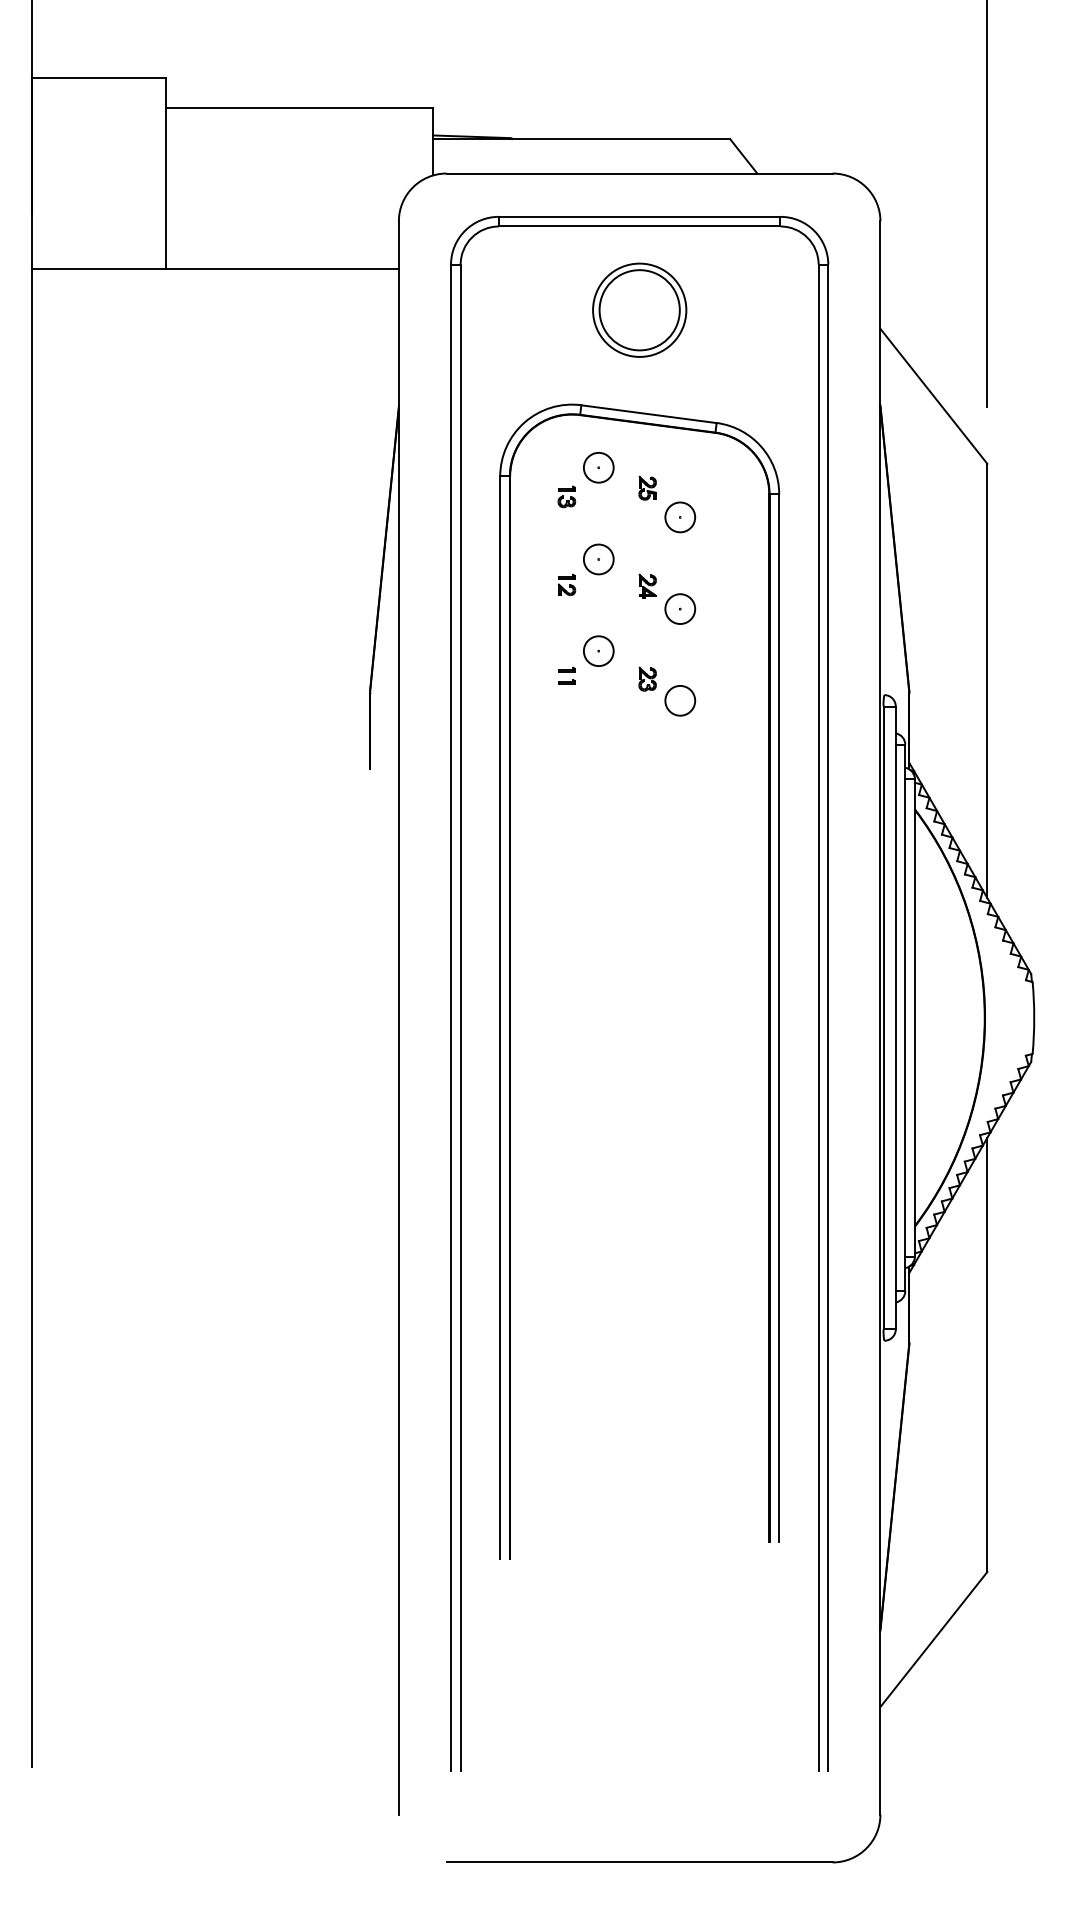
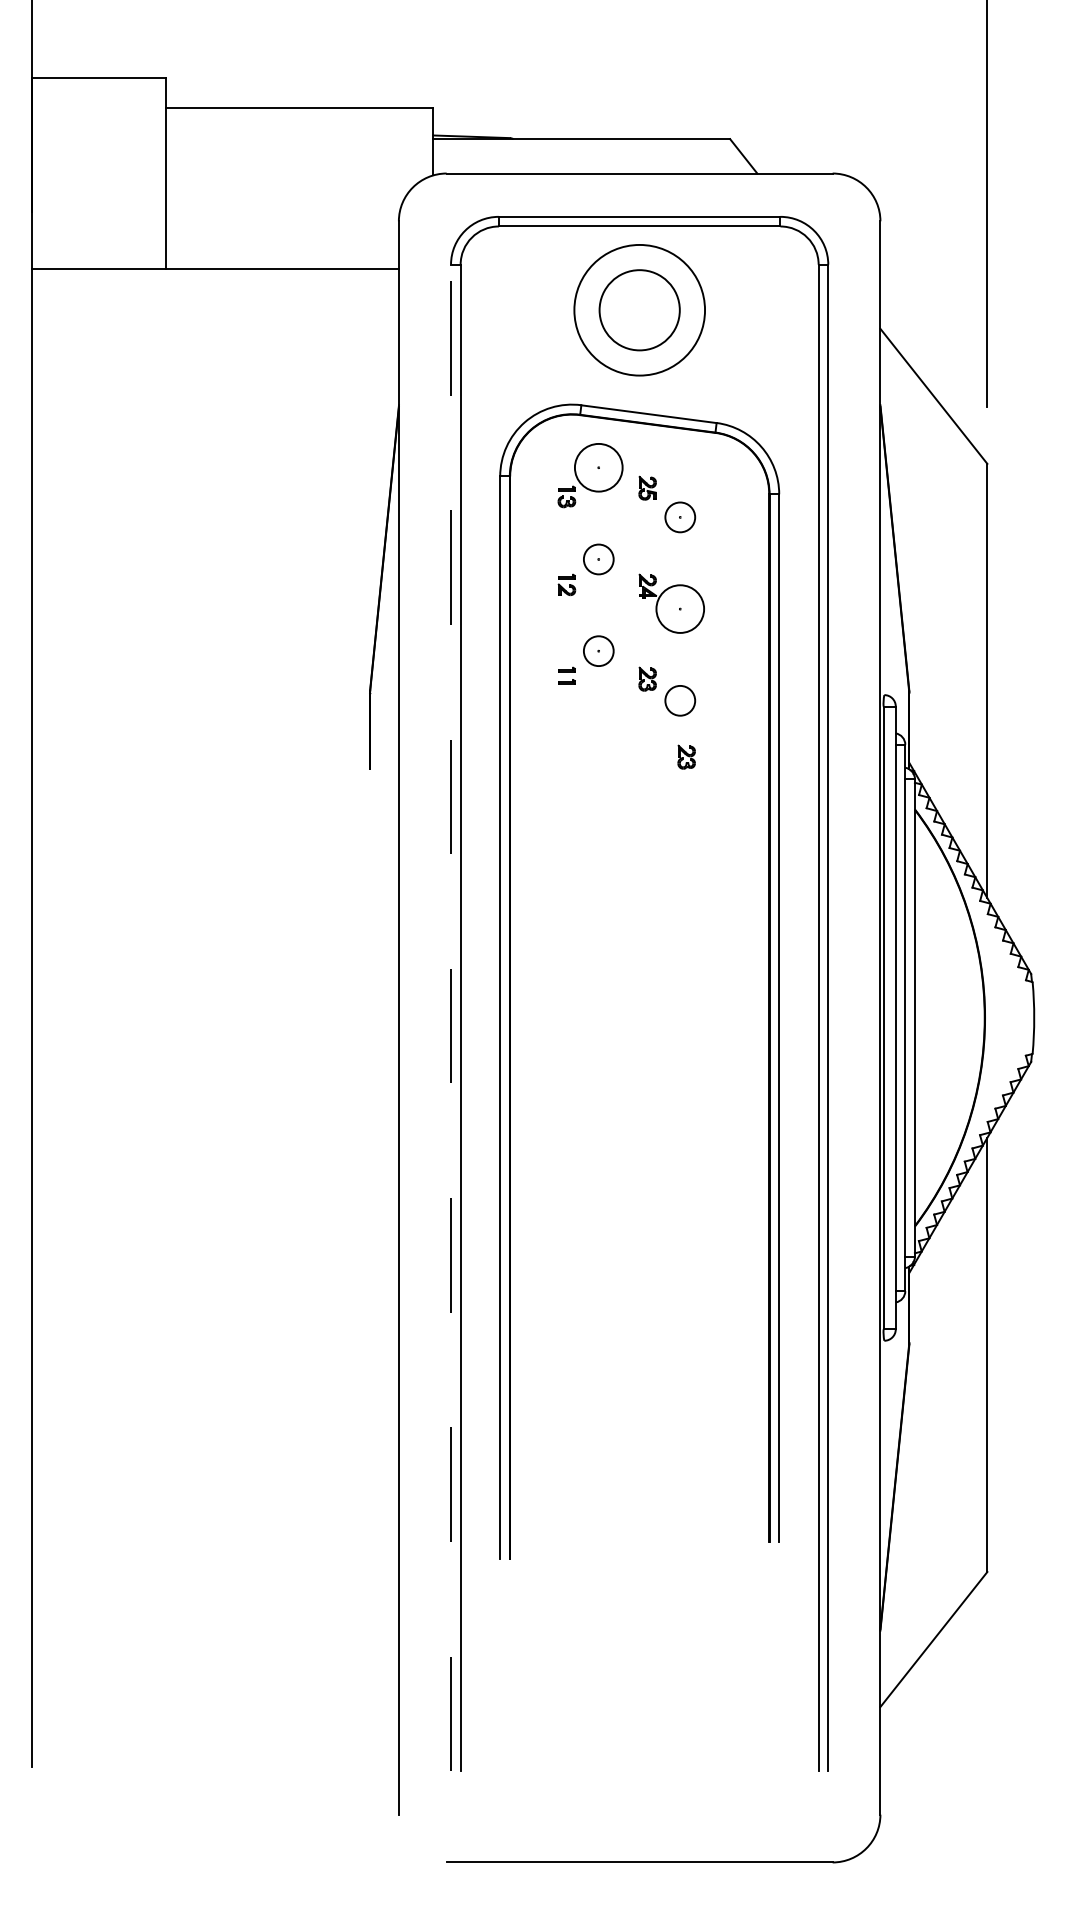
circle at (639, 309) diameter: 93 px -> 131 px
circle at (598, 467) diameter: 30 px -> 48 px
circle at (680, 609) diameter: 30 px -> 48 px
part at (686, 756): none -> present
line at (451, 1017): solid -> dashed
